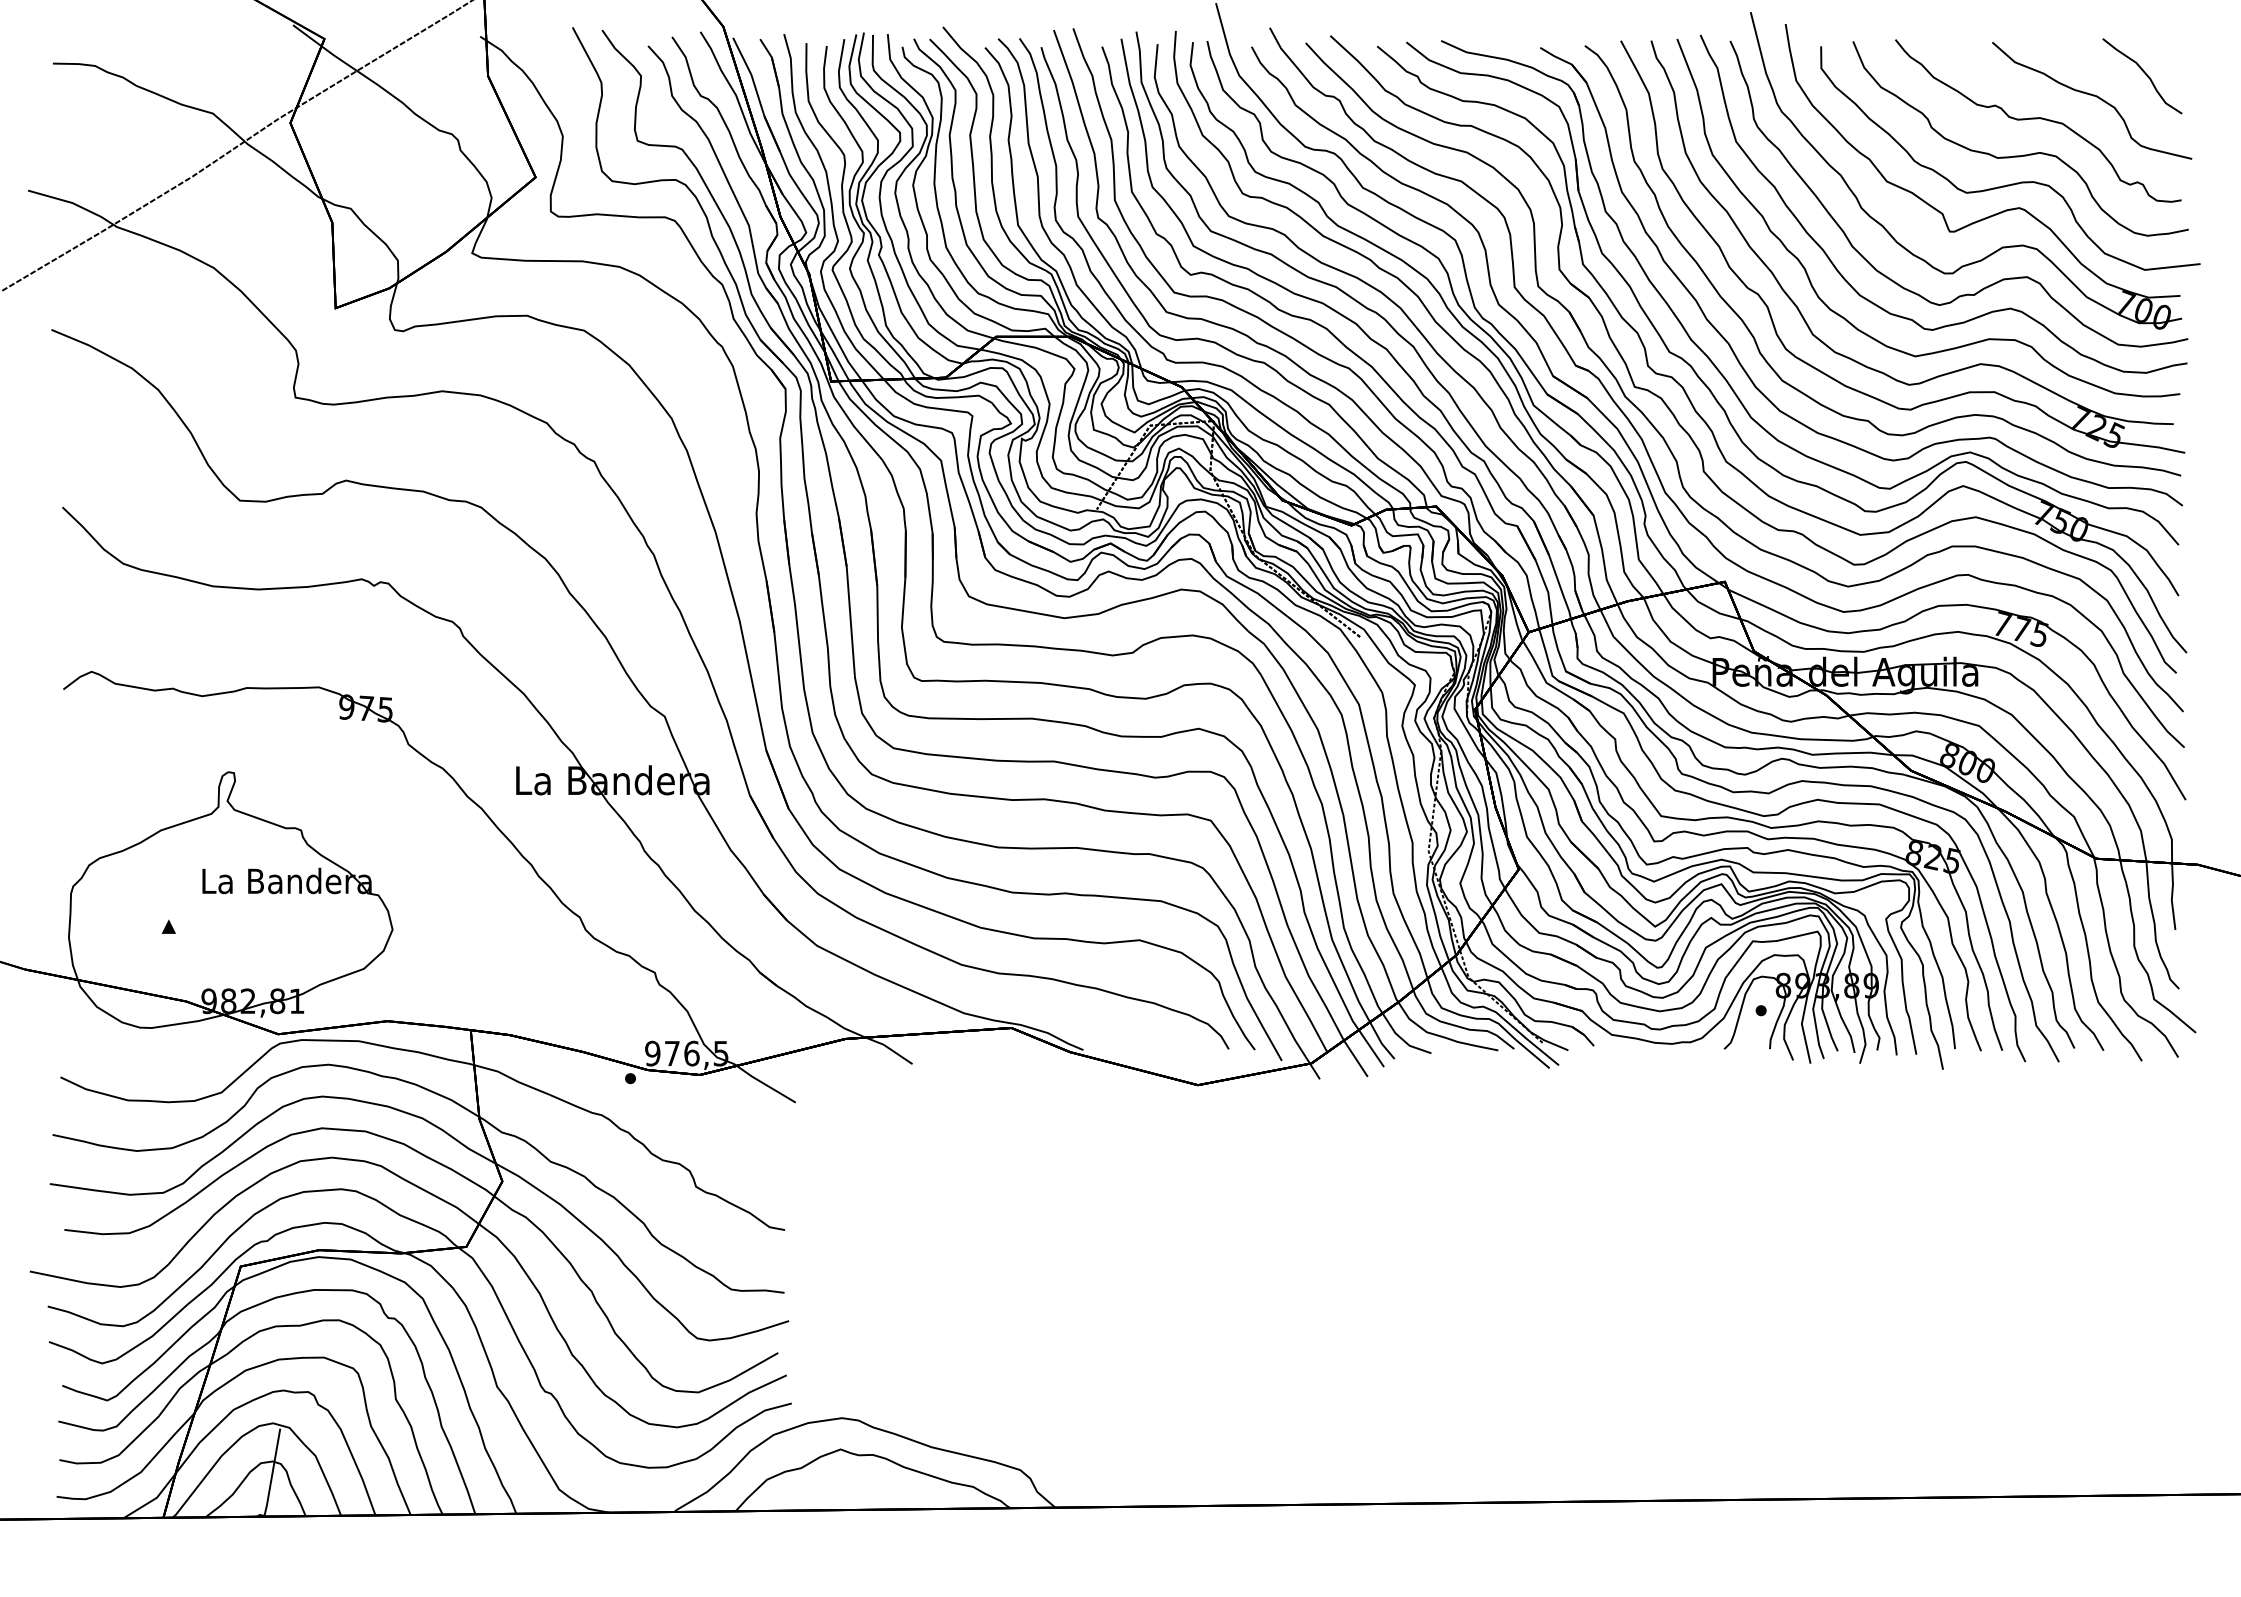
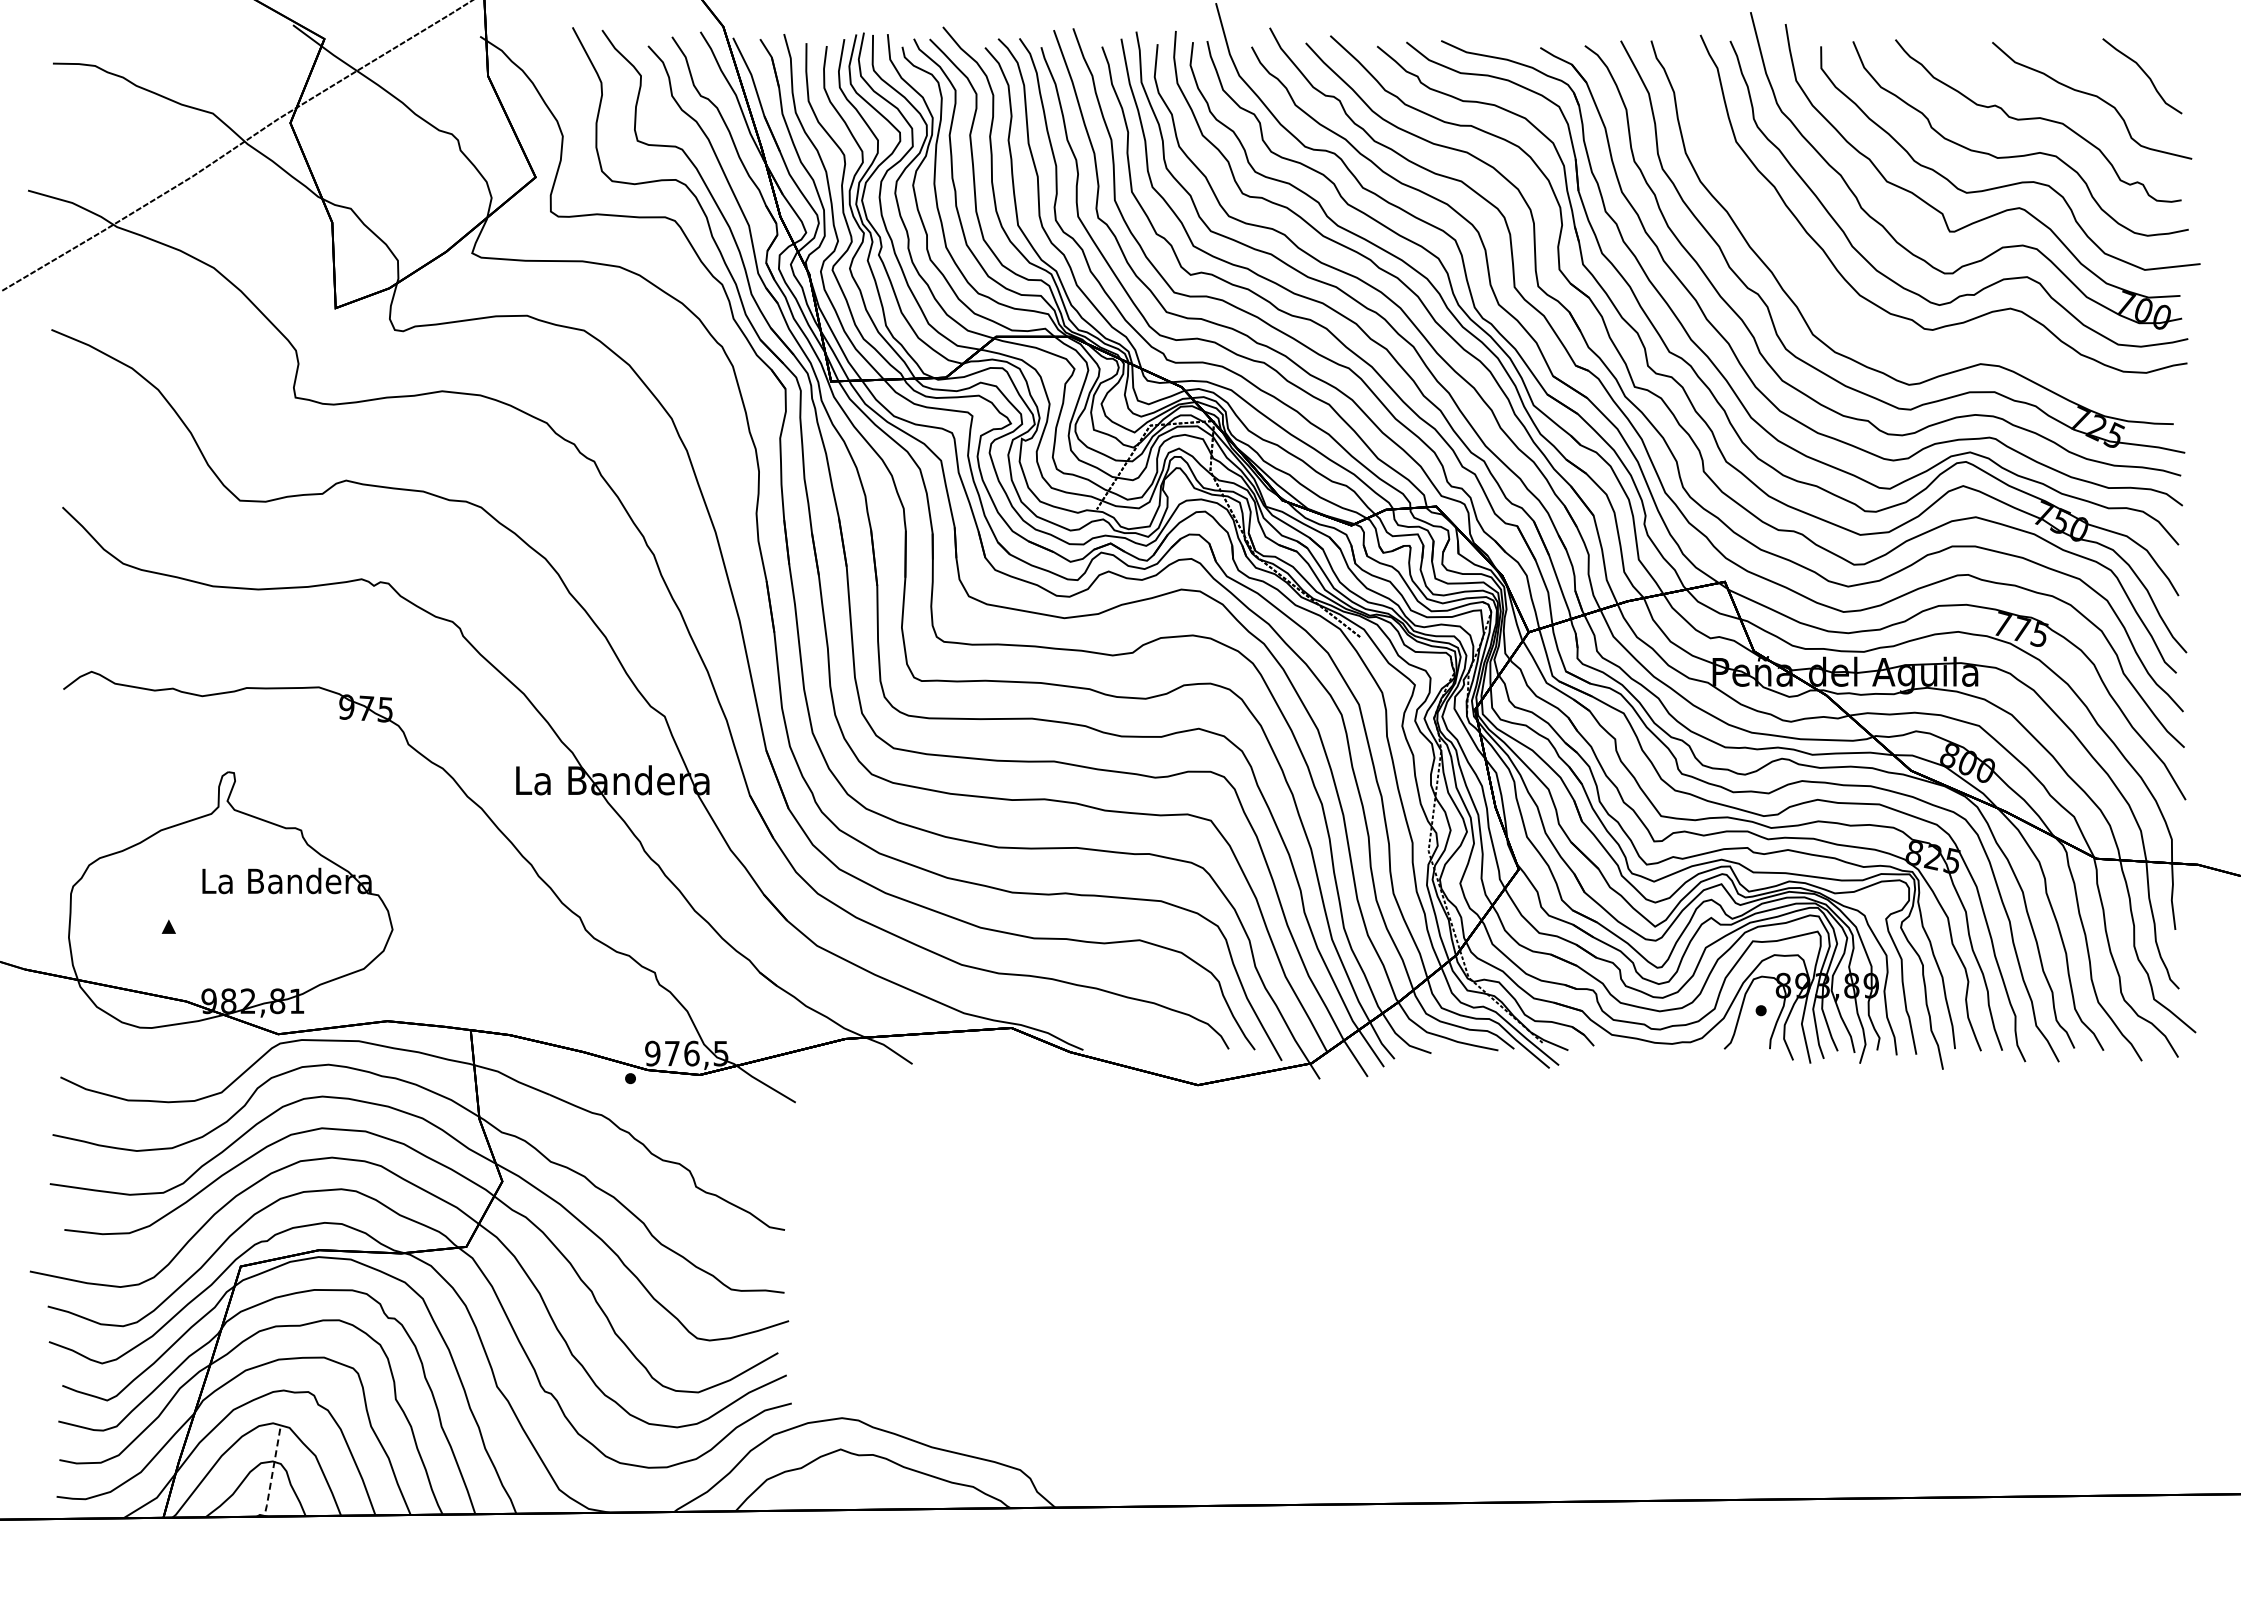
curve at (1847, 319): present -> none
line at (272, 1473): solid -> dashed
